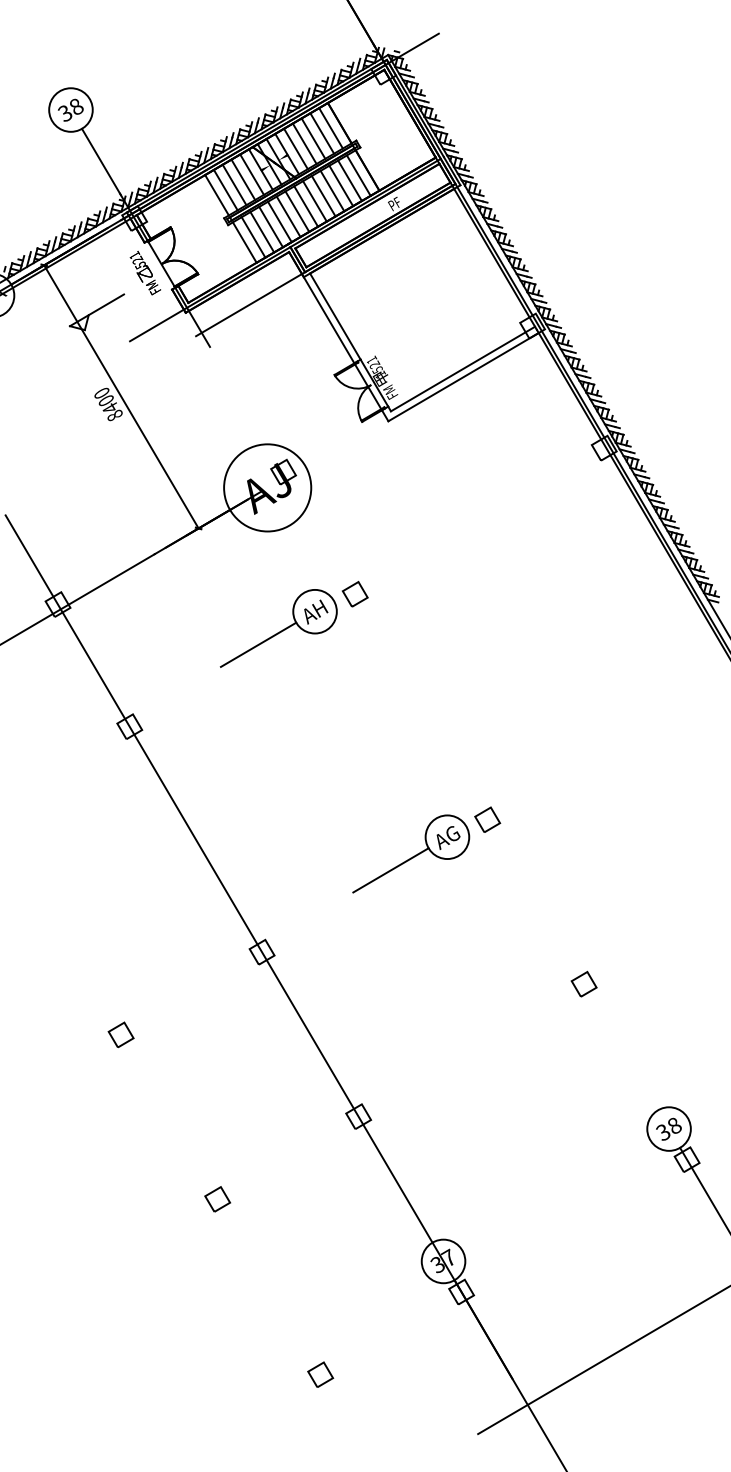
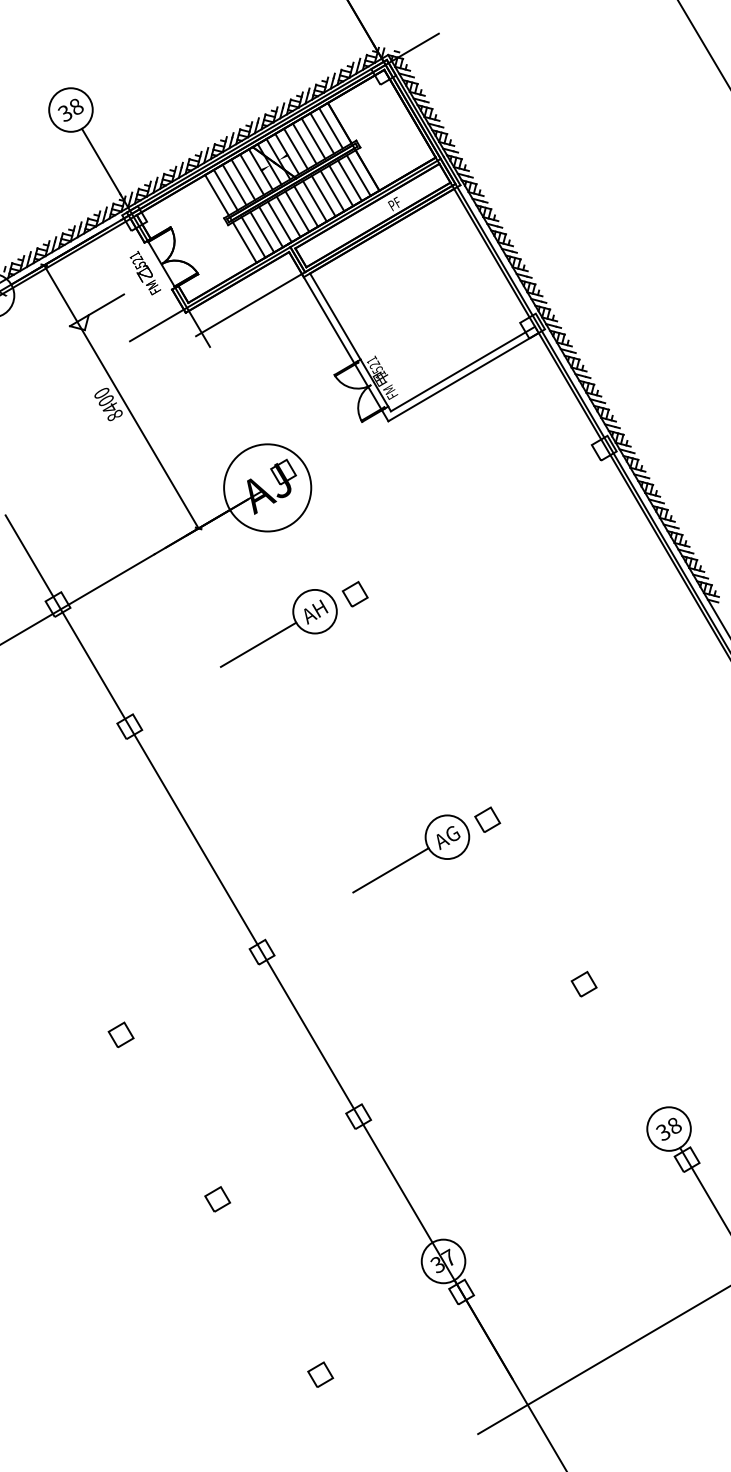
line at (703, 43): none -> present
